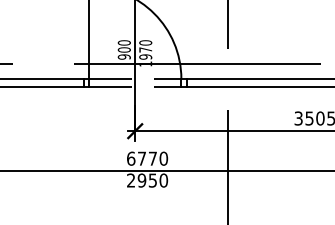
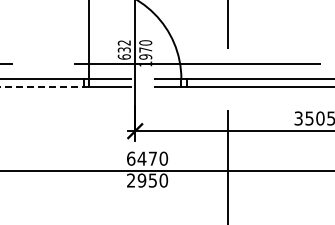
text at (123, 49): 900 -> 632
line at (44, 87): solid -> dashed
text at (141, 158): 6770 -> 6470
